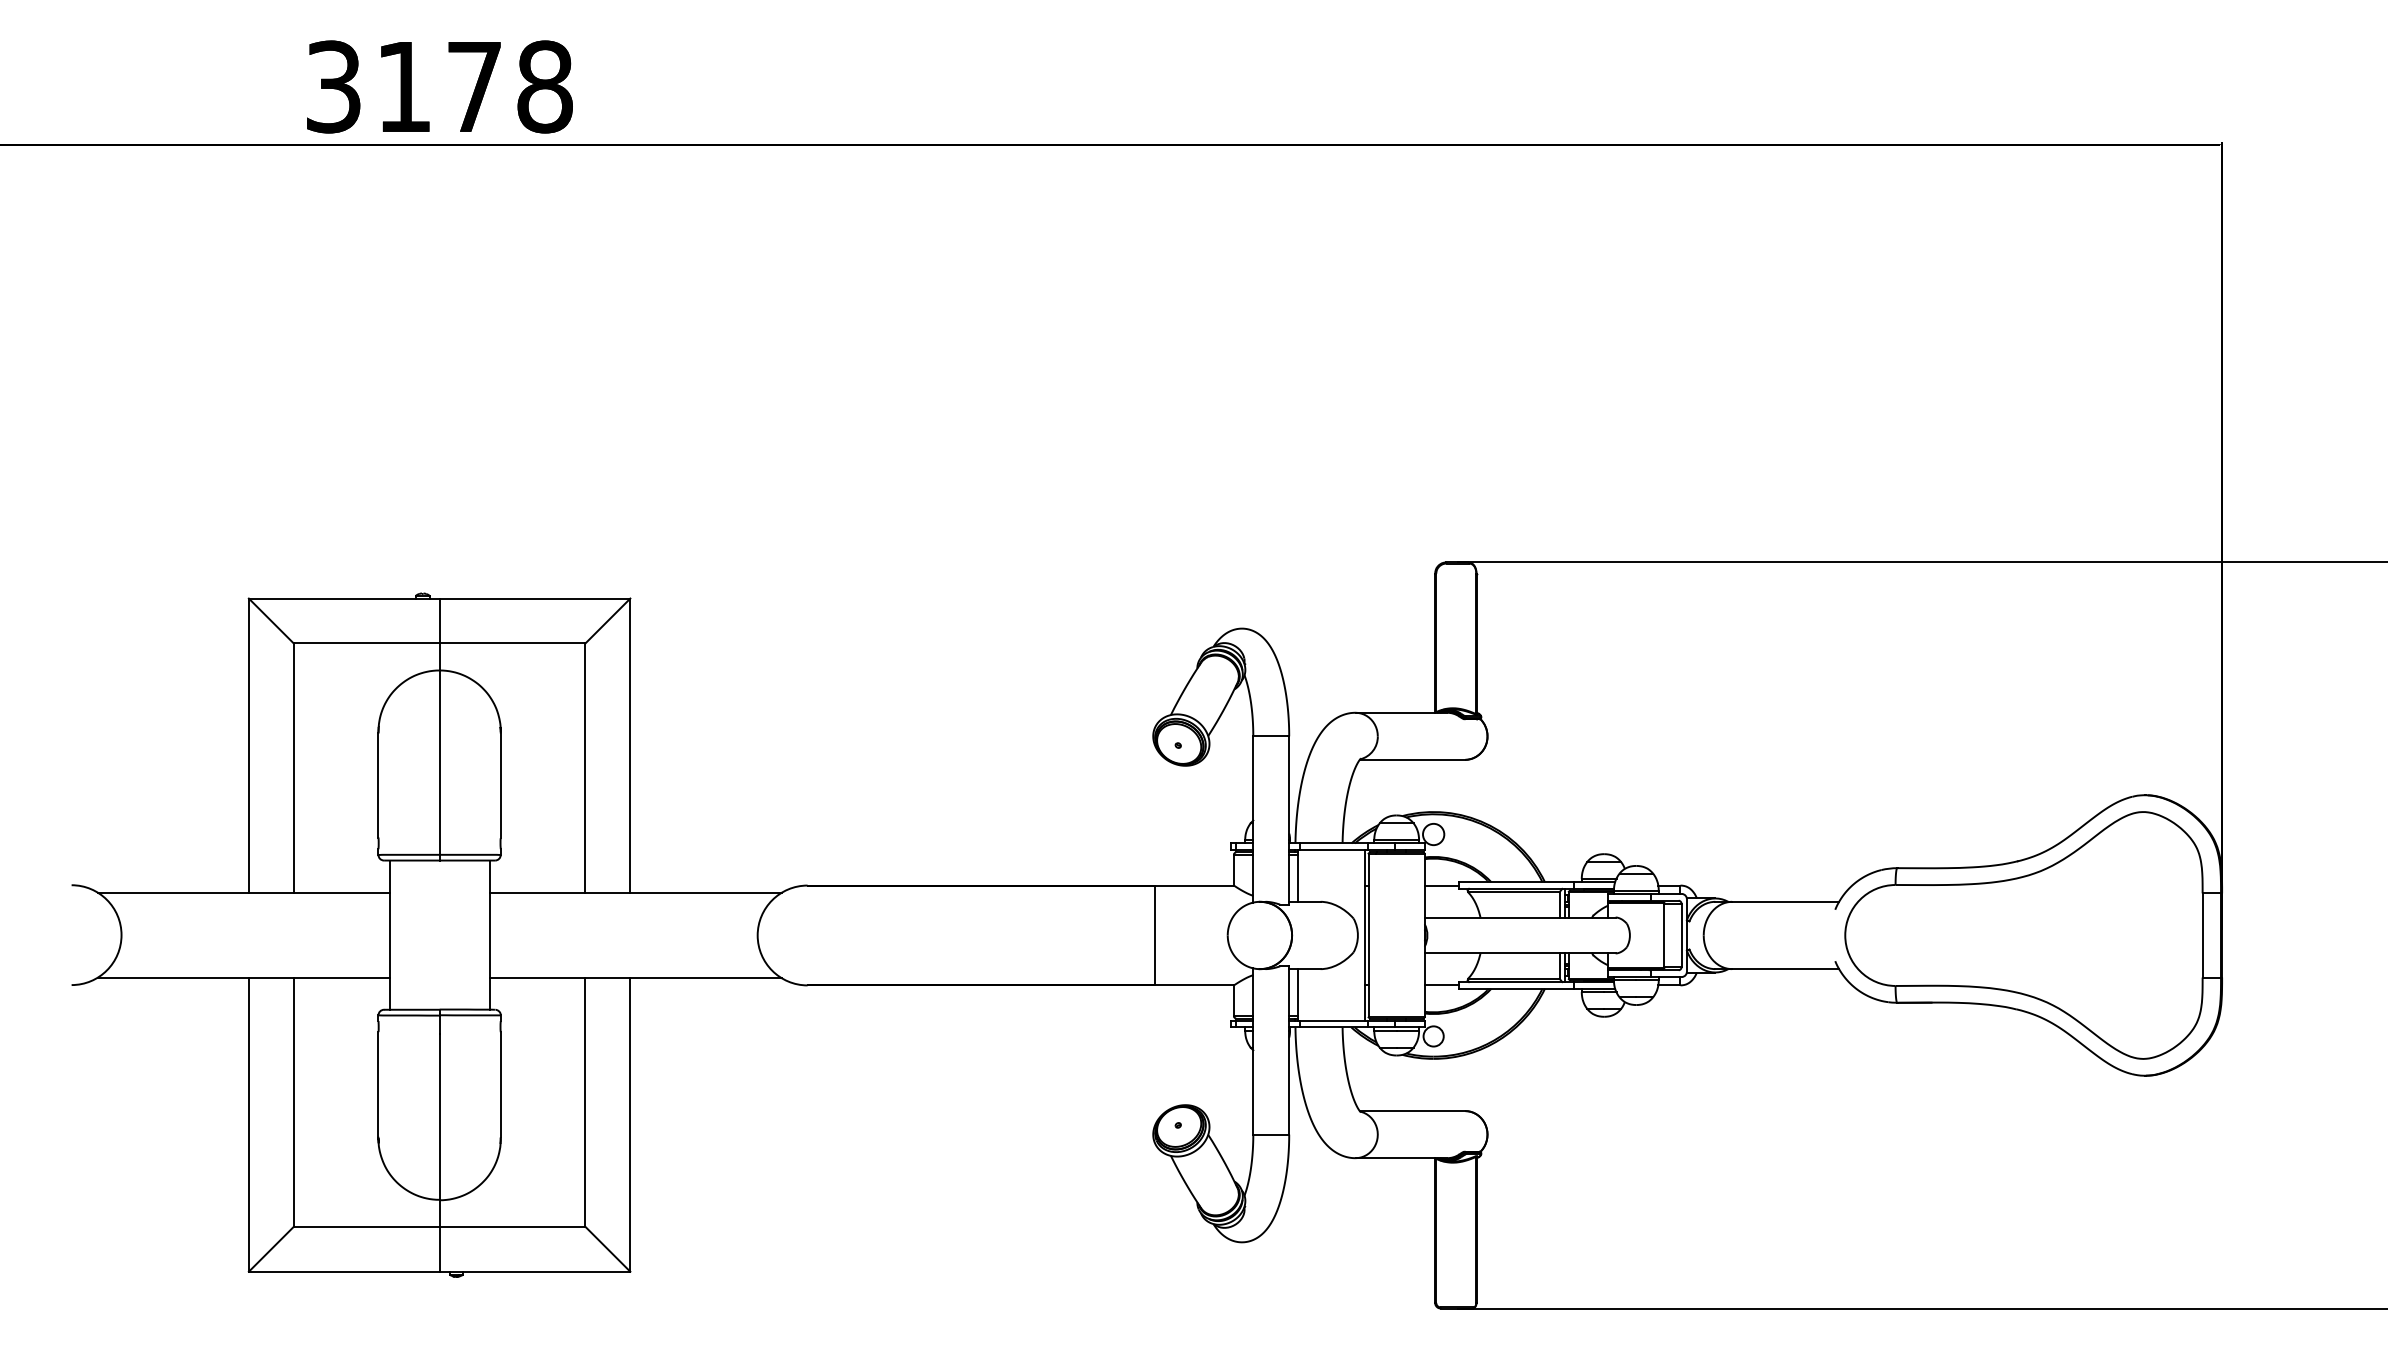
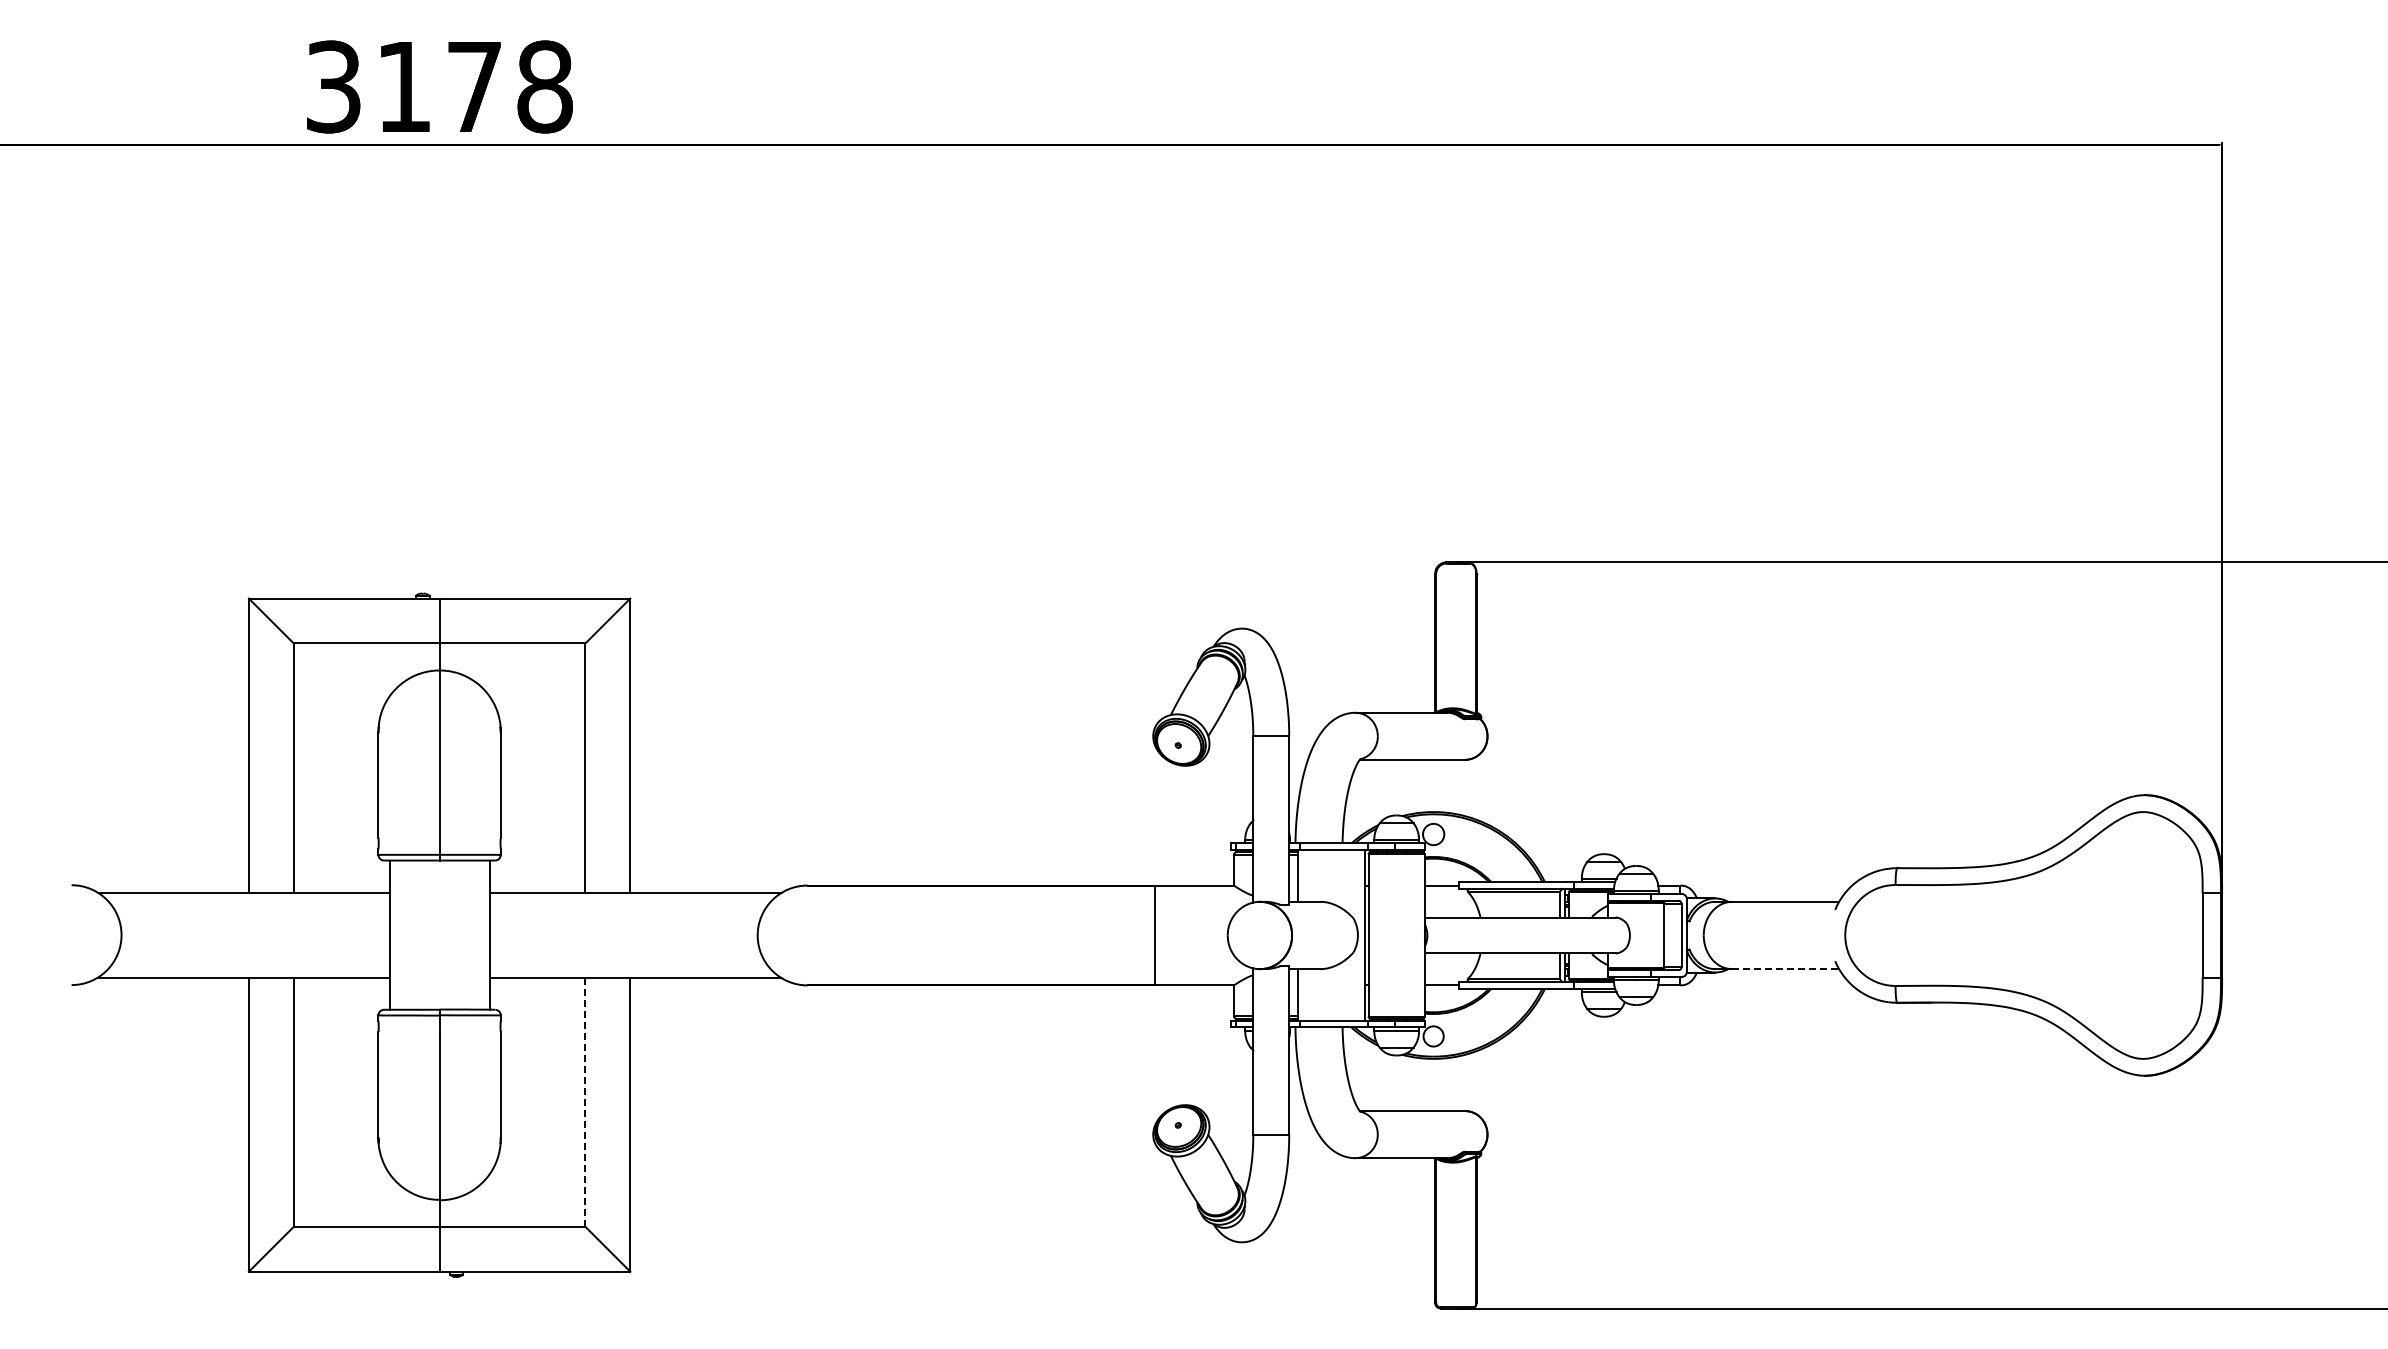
line at (1785, 969): solid -> dashed
line at (585, 1101): solid -> dashed
